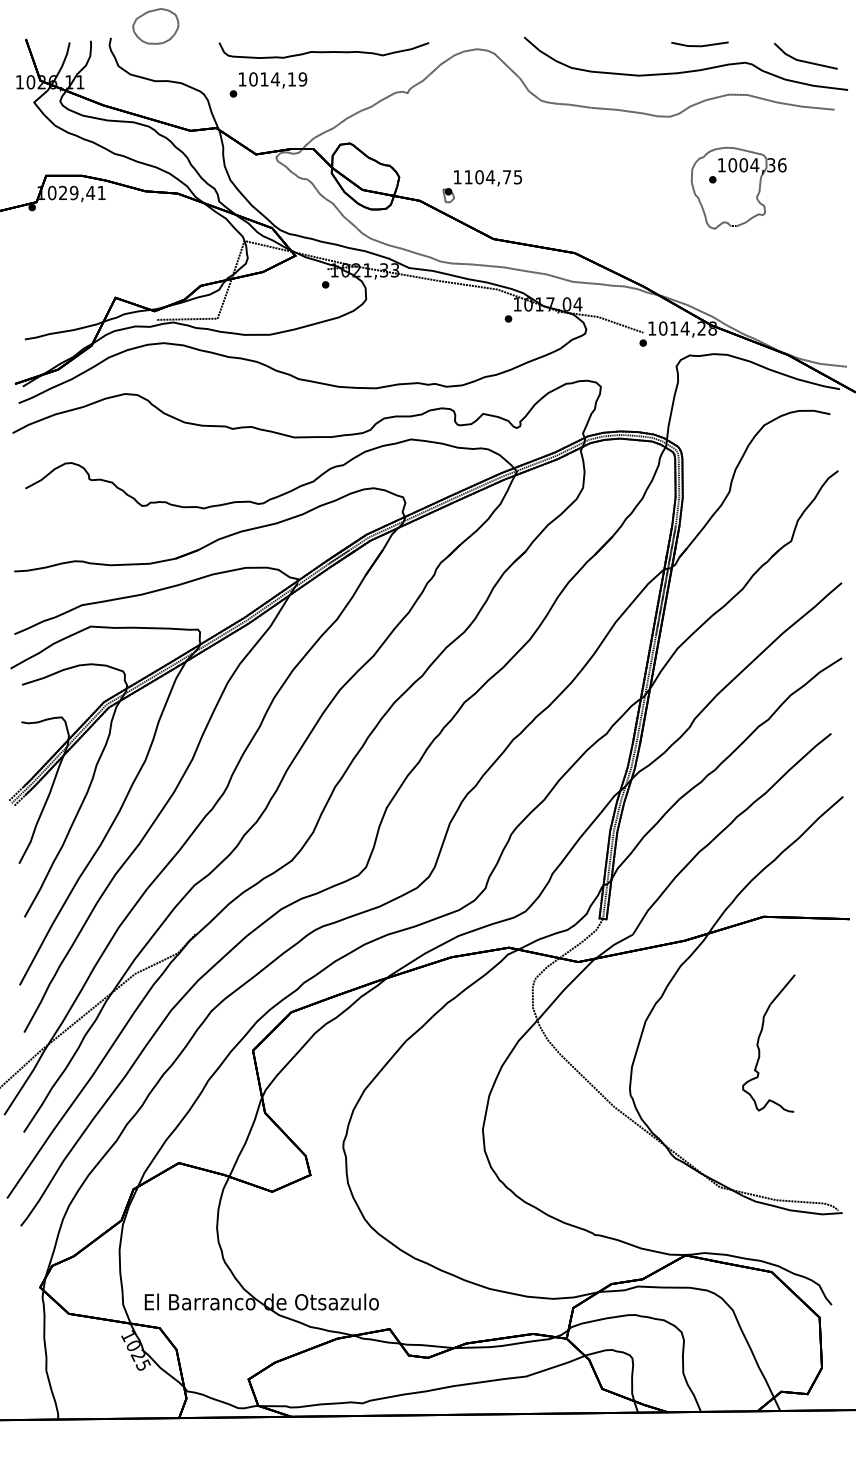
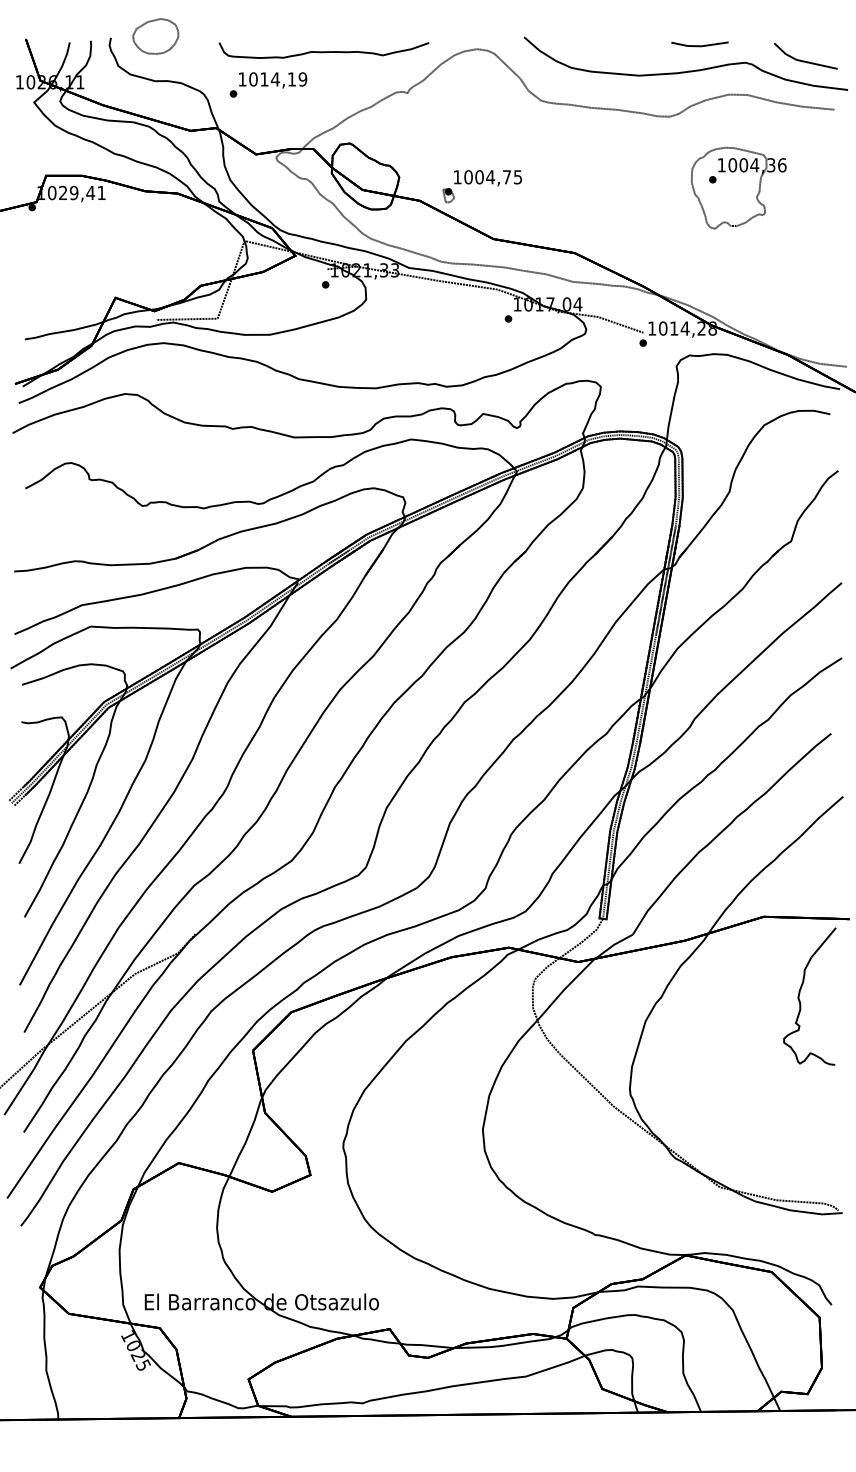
part at (155, 26) position: (155, 26) -> (155, 36)
text at (468, 177): 1104,75 -> 1004,75
part at (759, 1040) position: (759, 1040) -> (800, 993)
